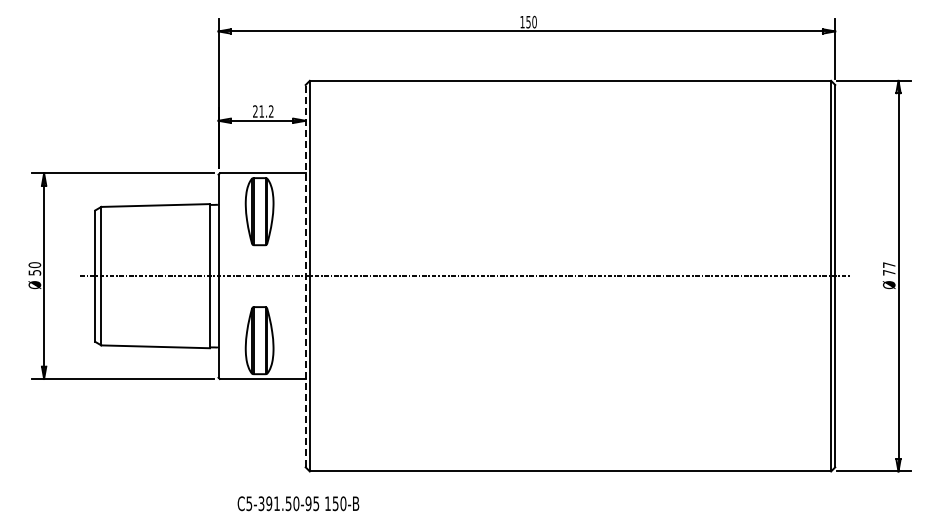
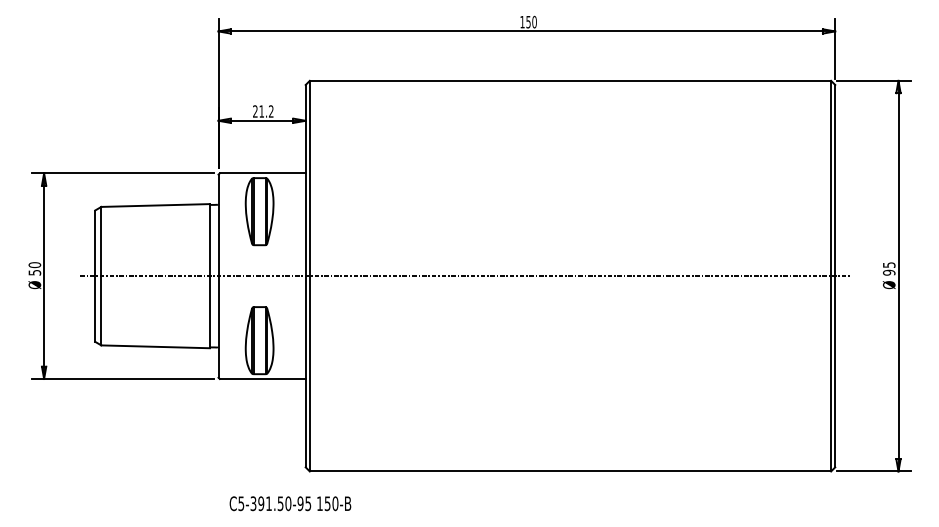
text at (889, 268): 77 -> 95
line at (305, 275): dashed -> solid
text at (298, 503) position: (298, 503) -> (290, 503)
